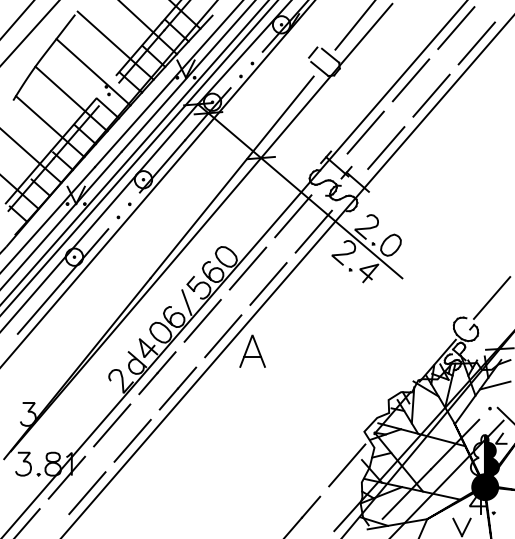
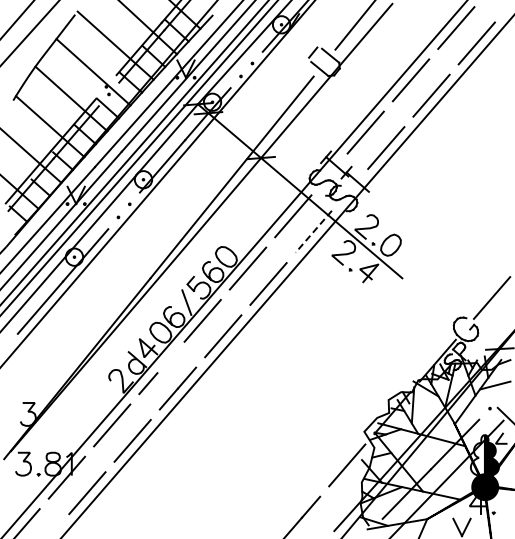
line at (313, 231): solid -> dashed
part at (252, 350): present -> none
line at (166, 362): present -> none
